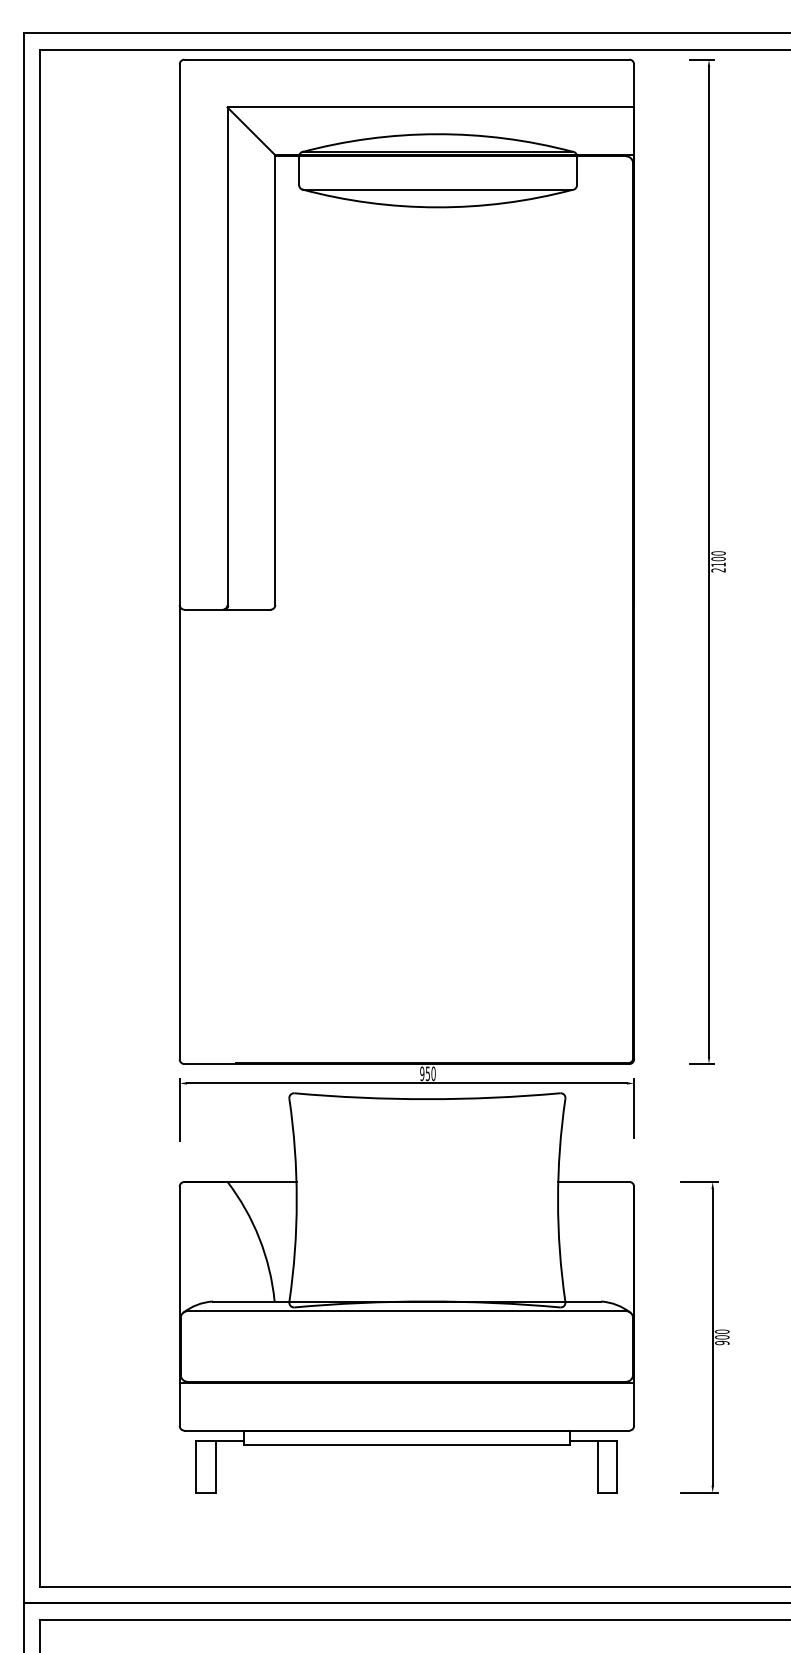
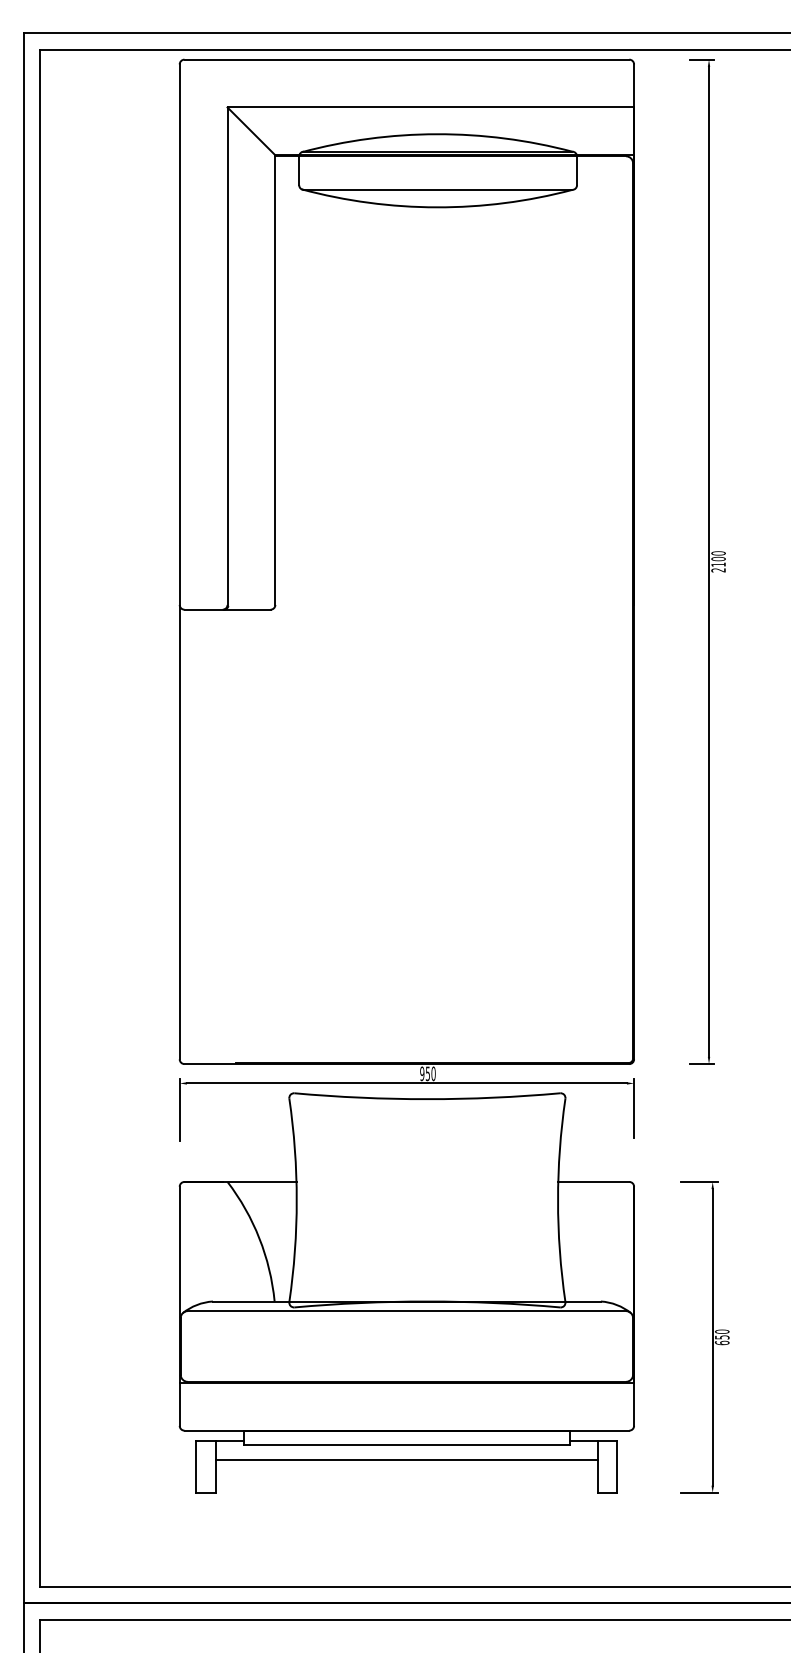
text at (722, 1340): 900 -> 650
line at (406, 1460): none -> present
